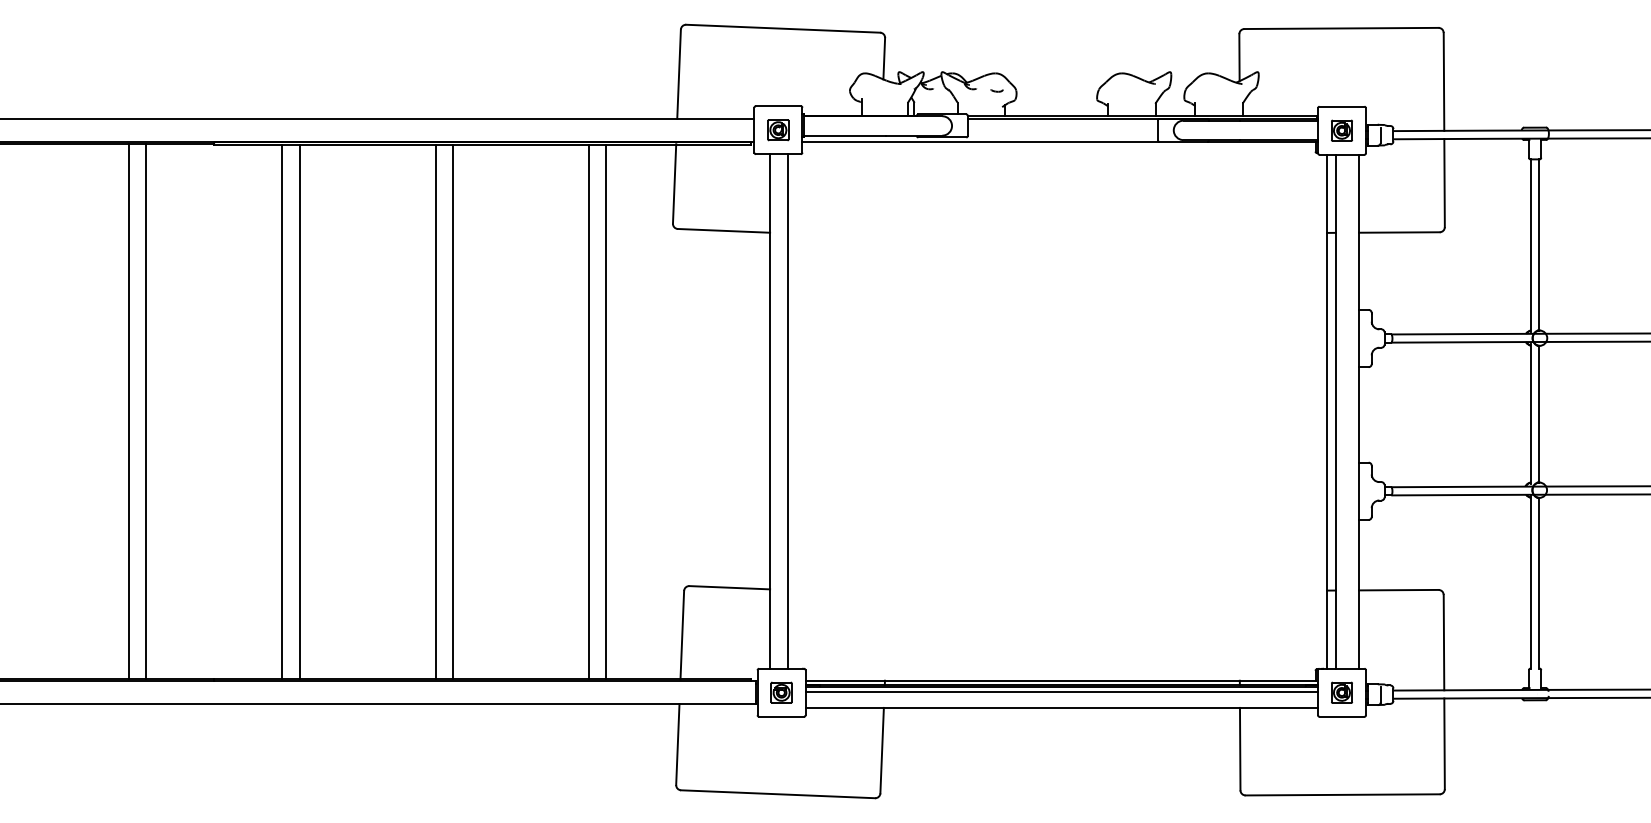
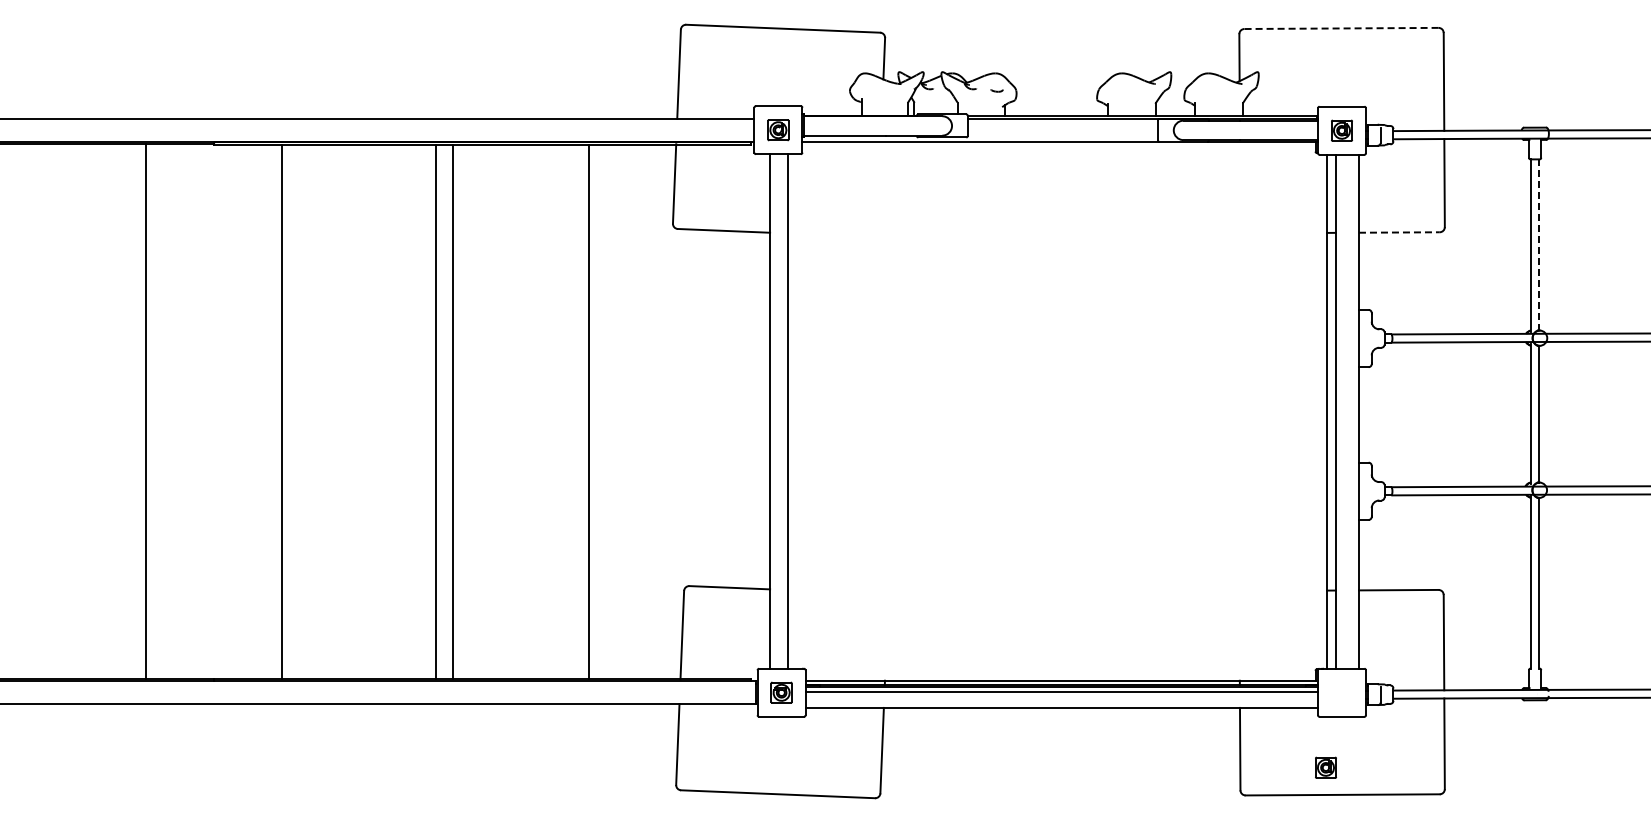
line at (1341, 28): solid -> dashed
line at (1399, 232): solid -> dashed
line at (1539, 244): solid -> dashed
line at (129, 411): present -> none
line at (299, 411): present -> none
line at (606, 411): present -> none
part at (1341, 692) position: (1341, 692) -> (1325, 767)
